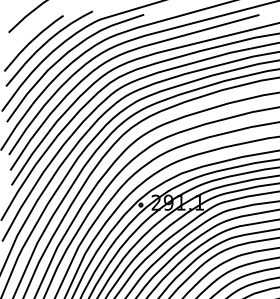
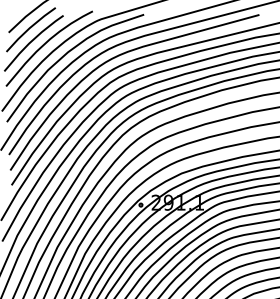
line at (30, 28): none -> present
